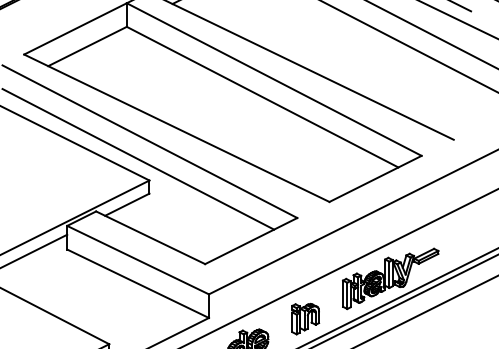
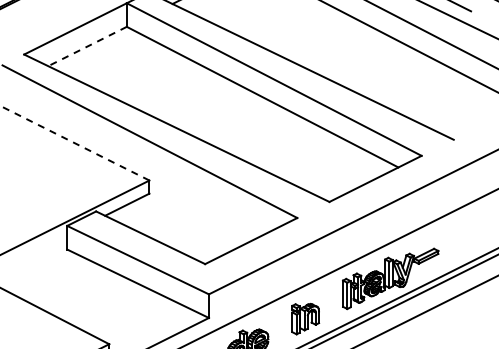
line at (87, 46): solid -> dashed
line at (74, 142): solid -> dashed
line at (138, 159): present -> none
line at (34, 250): present -> none
